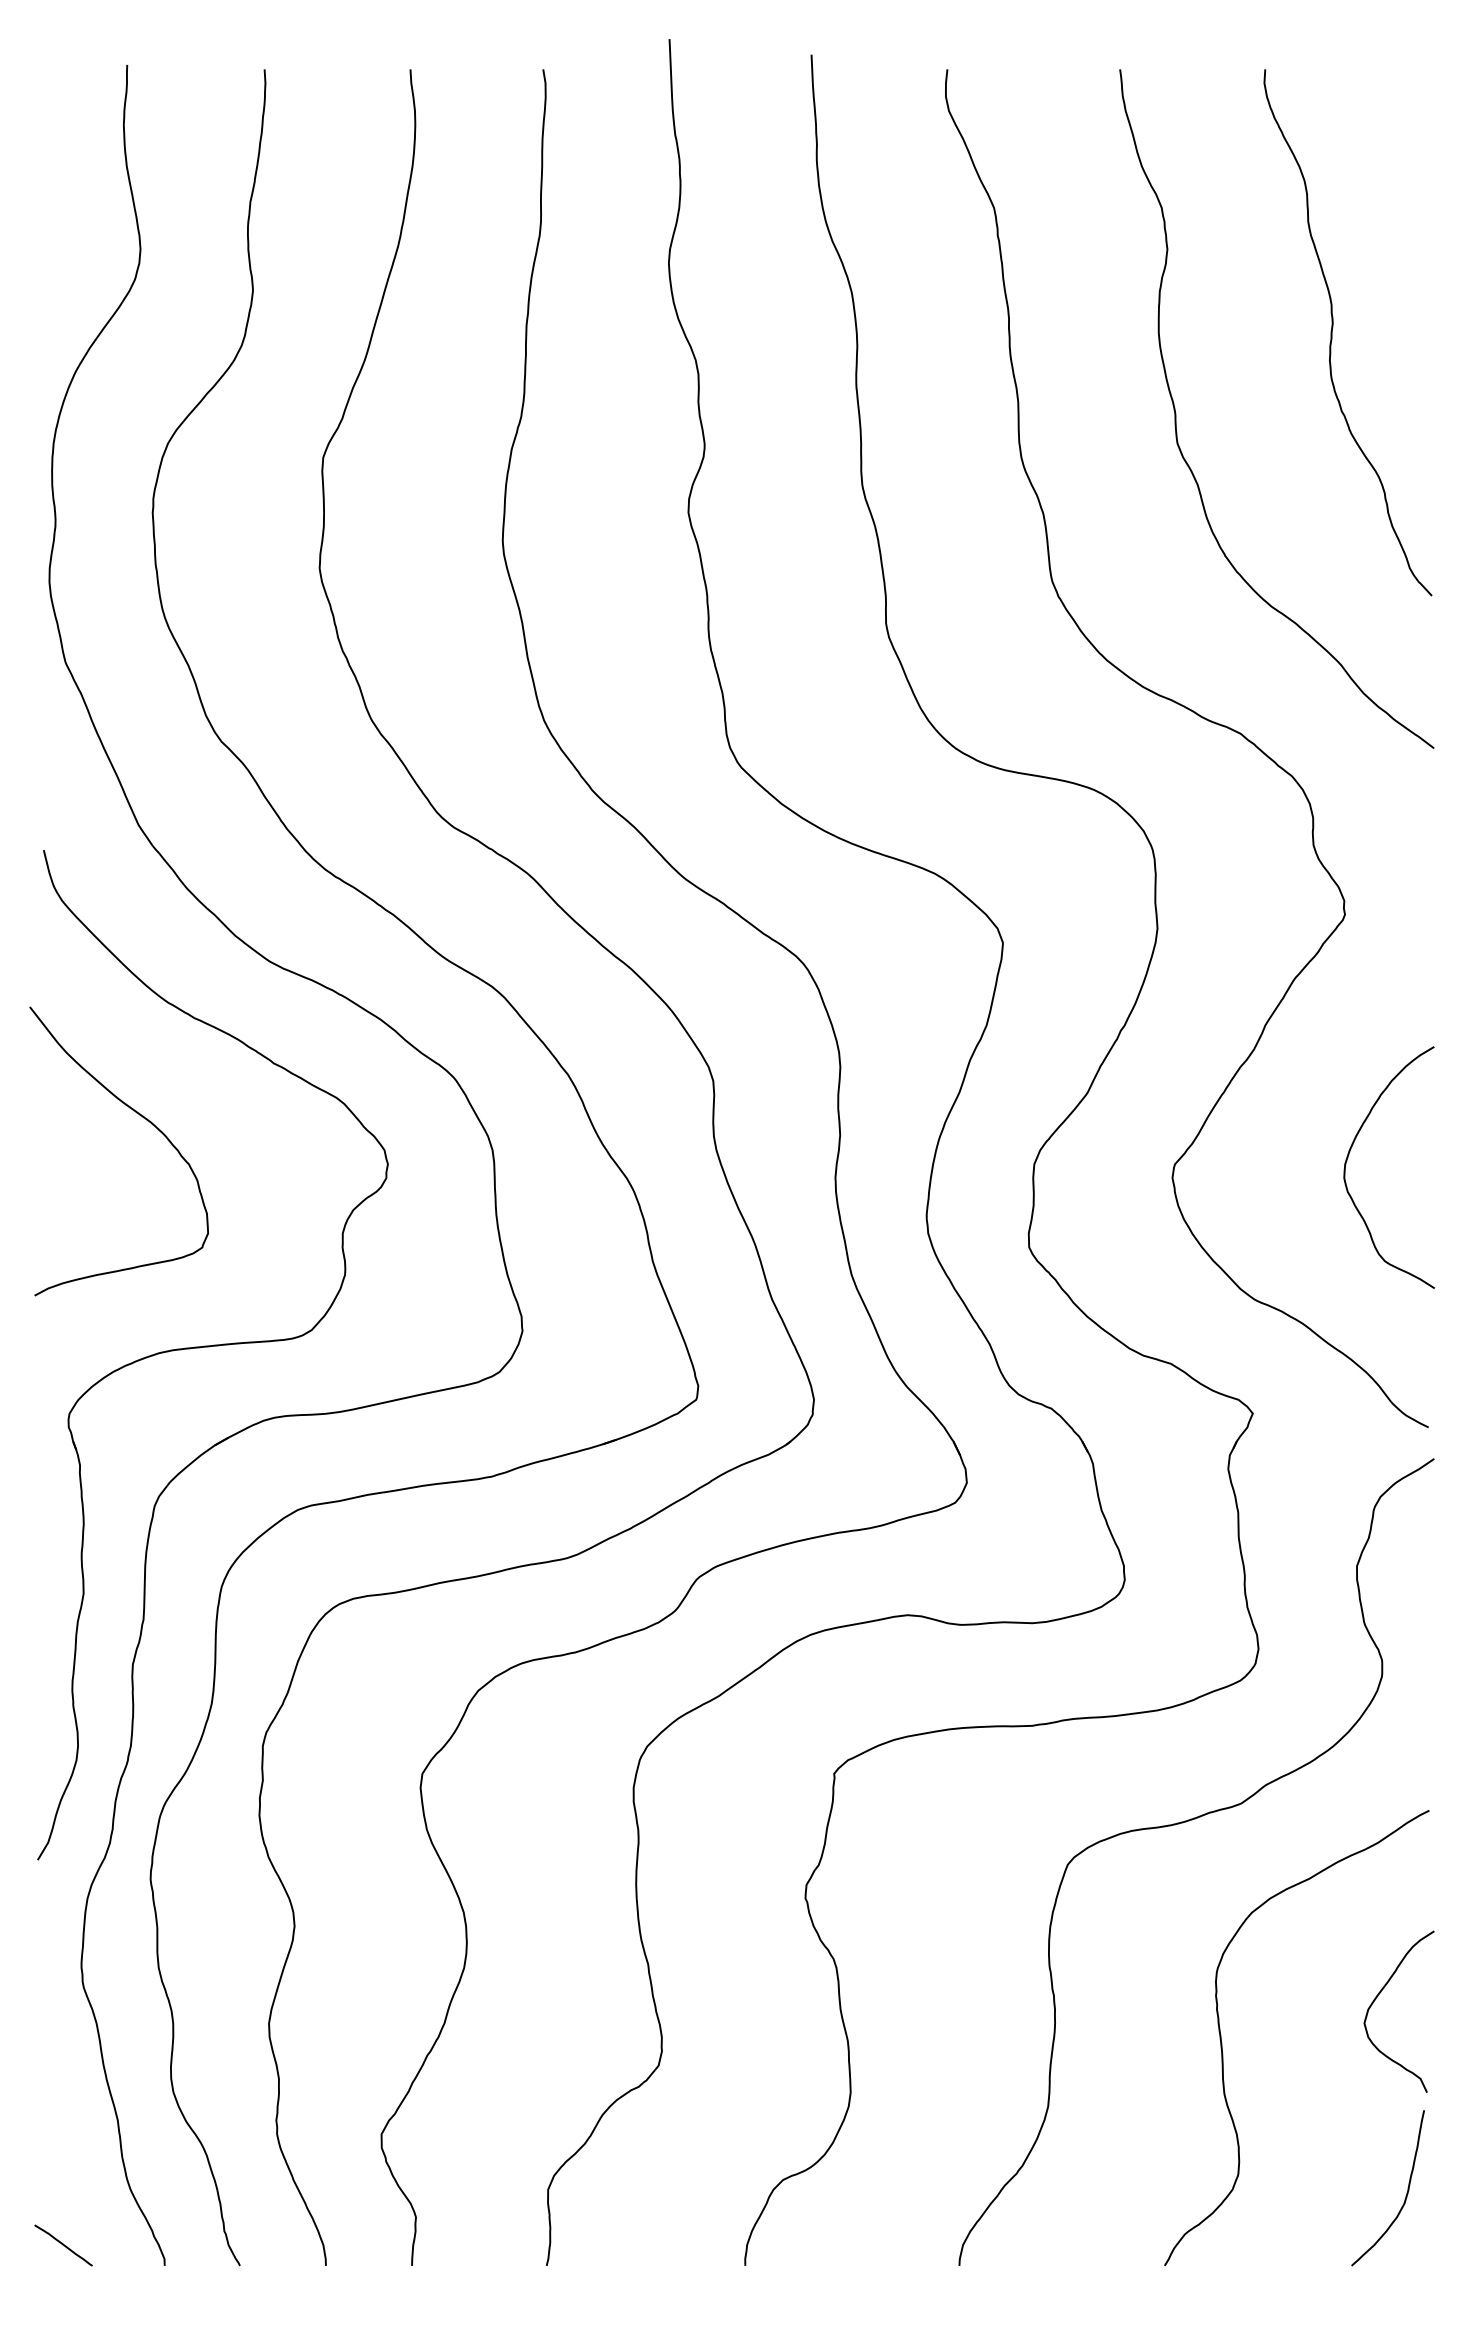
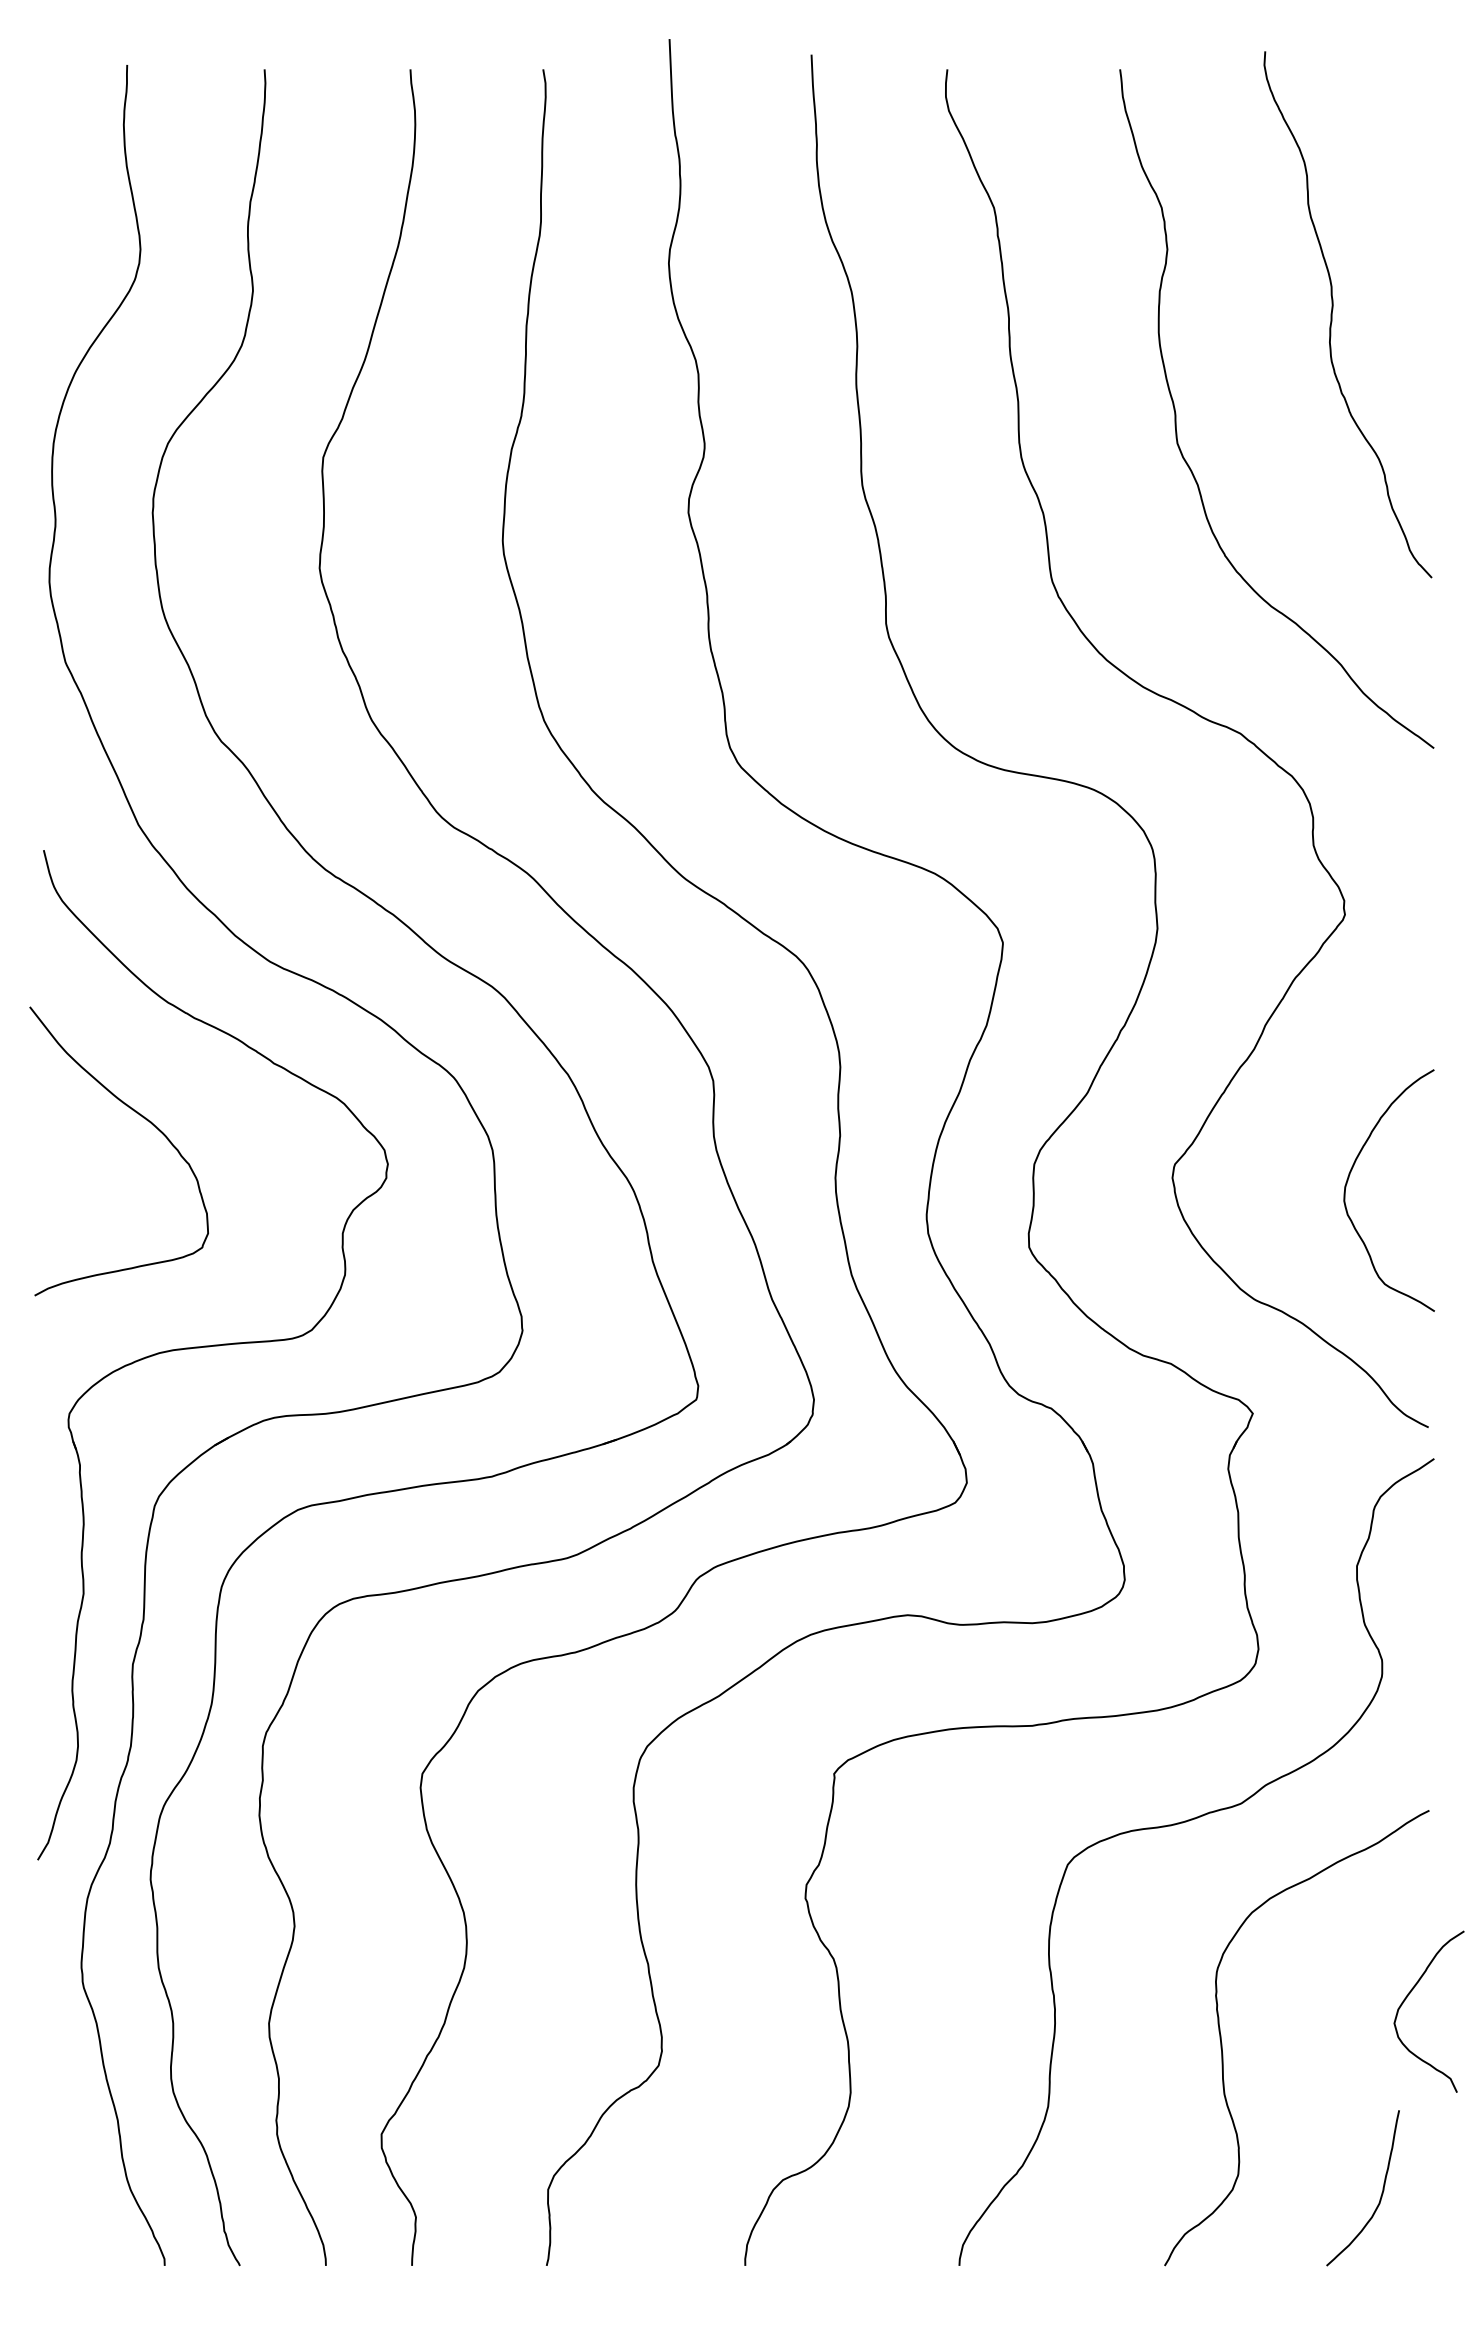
curve at (1333, 327) position: (1333, 327) -> (1333, 309)
curve at (1349, 1154) position: (1349, 1154) -> (1349, 1177)
curve at (1378, 1996) position: (1378, 1996) -> (1408, 1996)
curve at (1406, 2192) position: (1406, 2192) -> (1381, 2192)
curve at (63, 2245): present -> none
